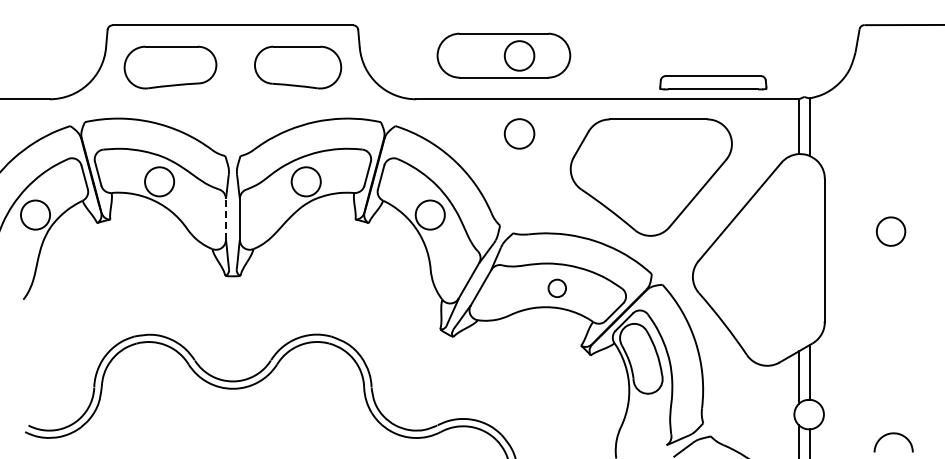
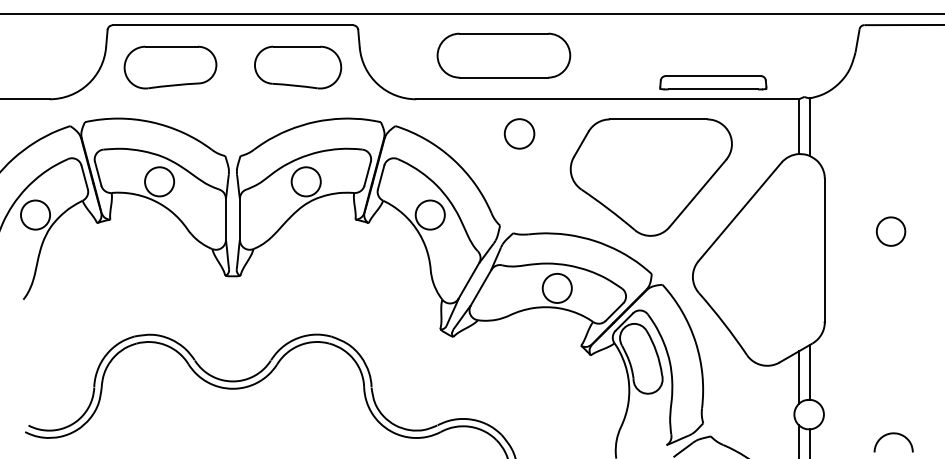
line at (471, 13): none -> present
circle at (519, 55): present -> none
line at (225, 219): dashed -> solid
circle at (557, 288) diameter: 17 px -> 29 px
